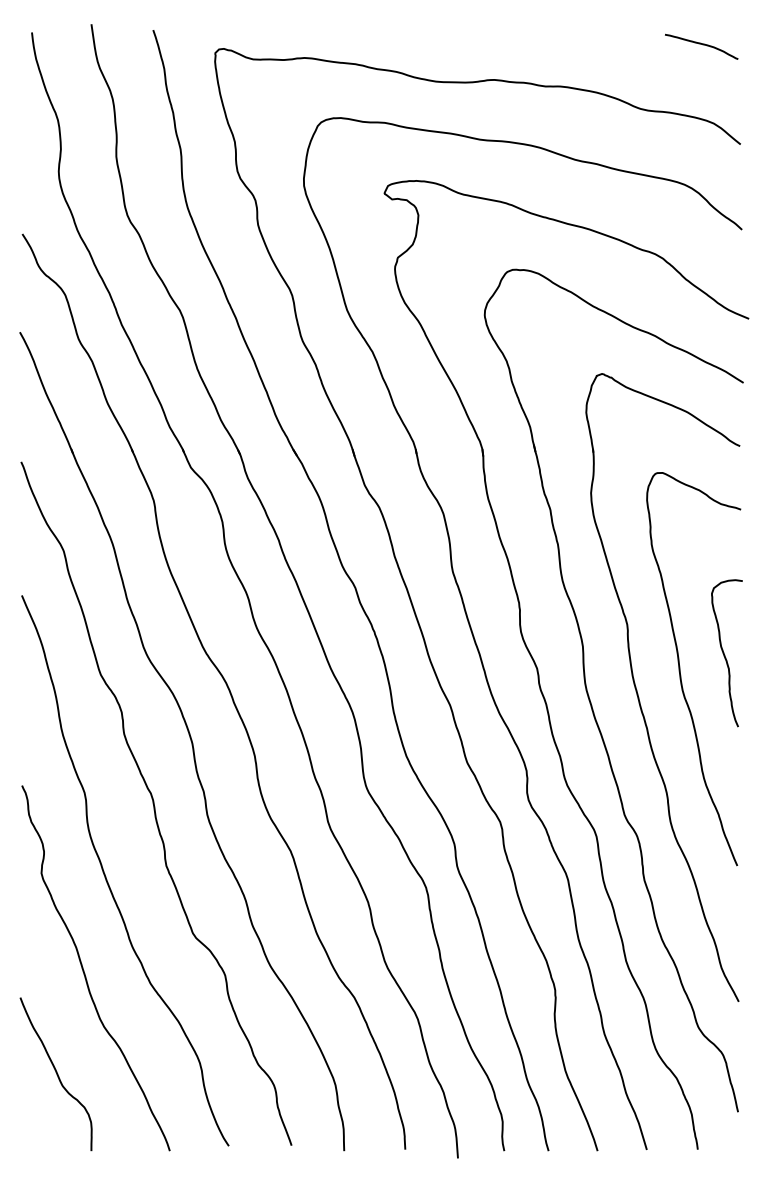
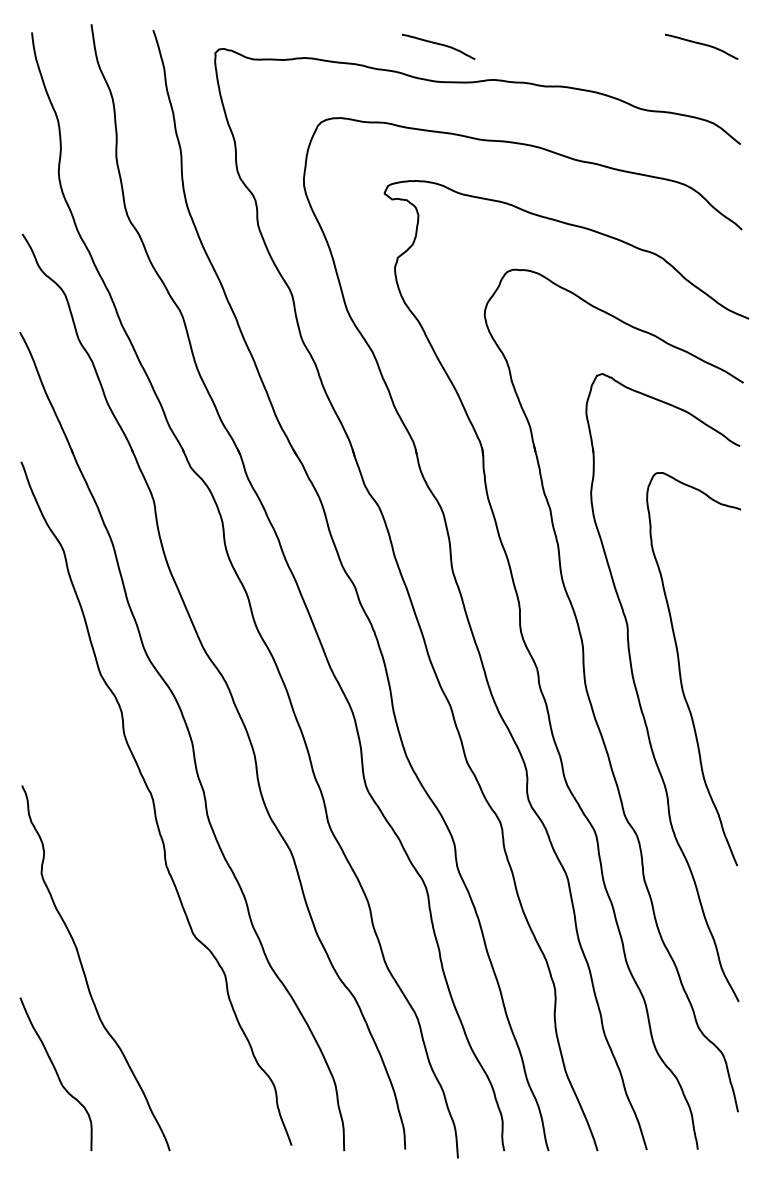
curve at (439, 45): none -> present
curve at (724, 653): present -> none
curve at (106, 876): present -> none
